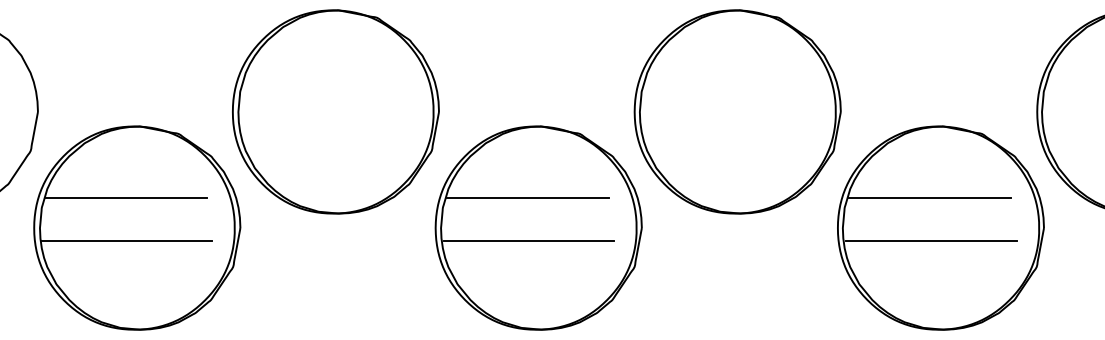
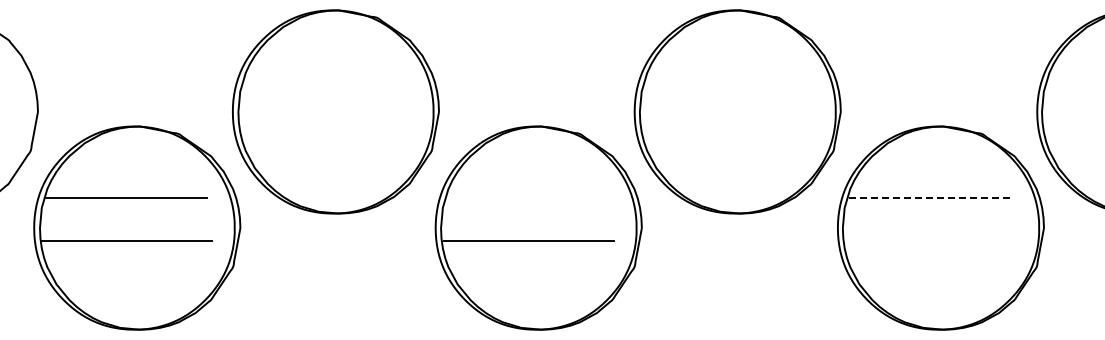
line at (527, 197): present -> none
line at (930, 197): solid -> dashed
line at (930, 241): present -> none
